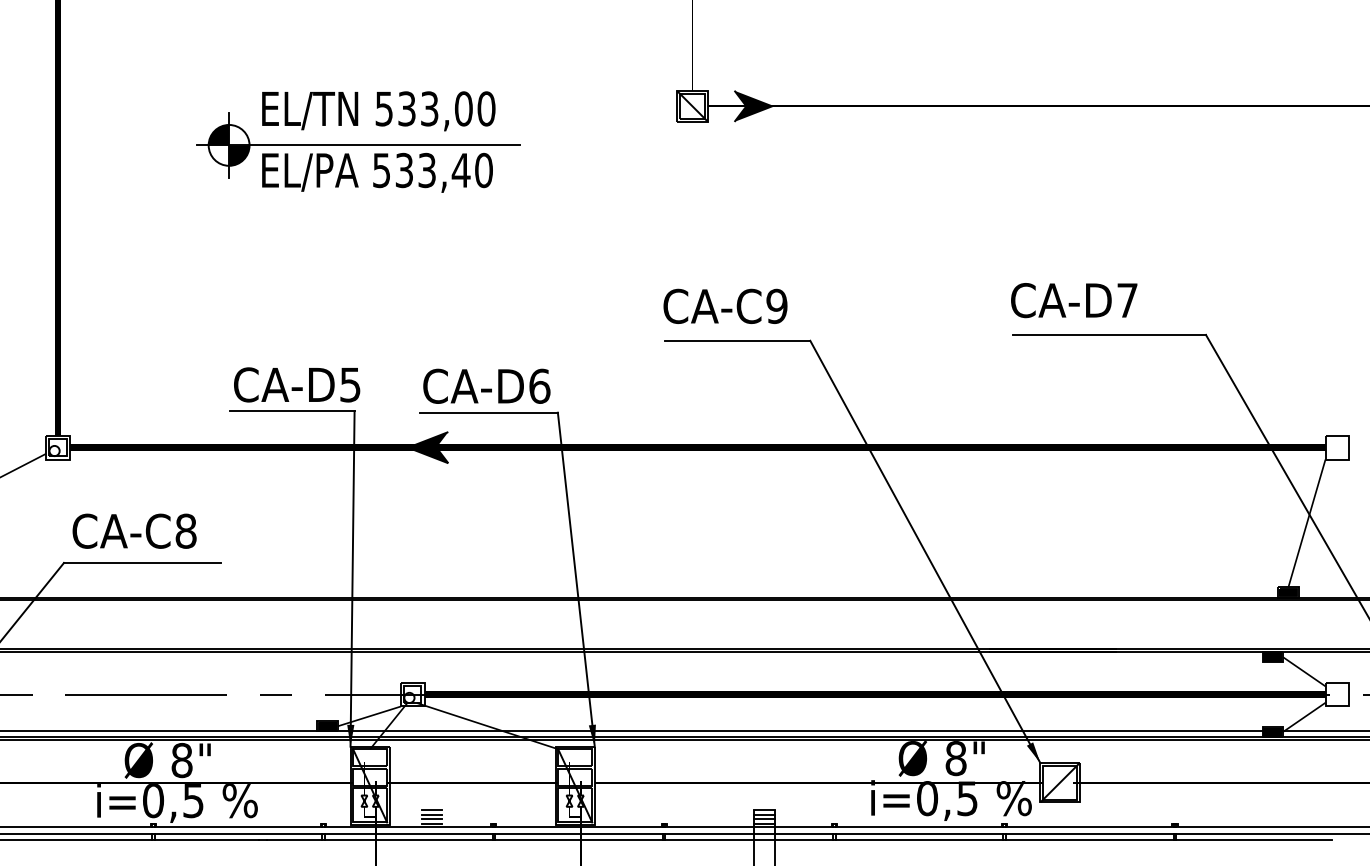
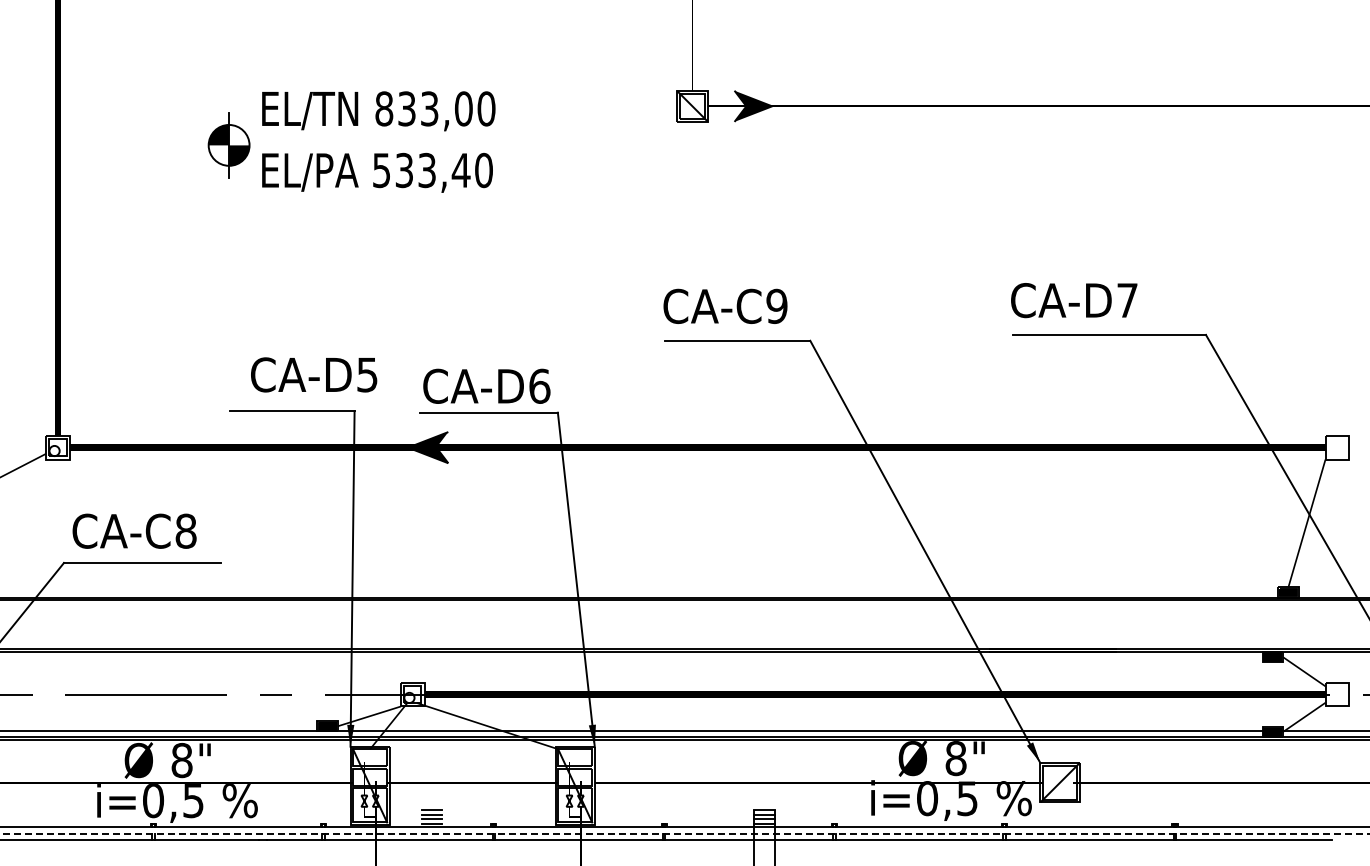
text at (384, 108): 533,00 -> 833,00
line at (358, 145): present -> none
text at (297, 384) position: (297, 384) -> (314, 374)
line at (684, 834): solid -> dashed
